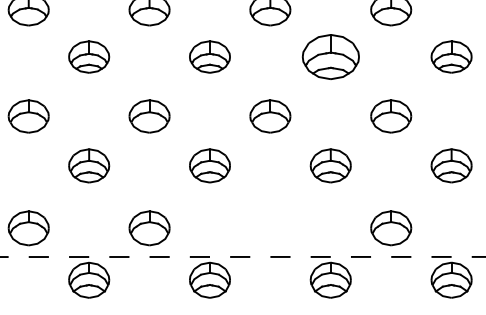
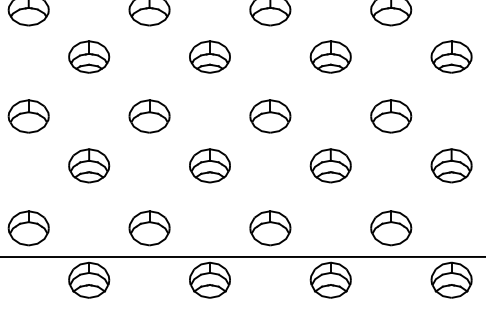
part at (330, 56) size: 59x46 px -> 43x34 px
part at (270, 228): none -> present
line at (242, 256): dashed -> solid
